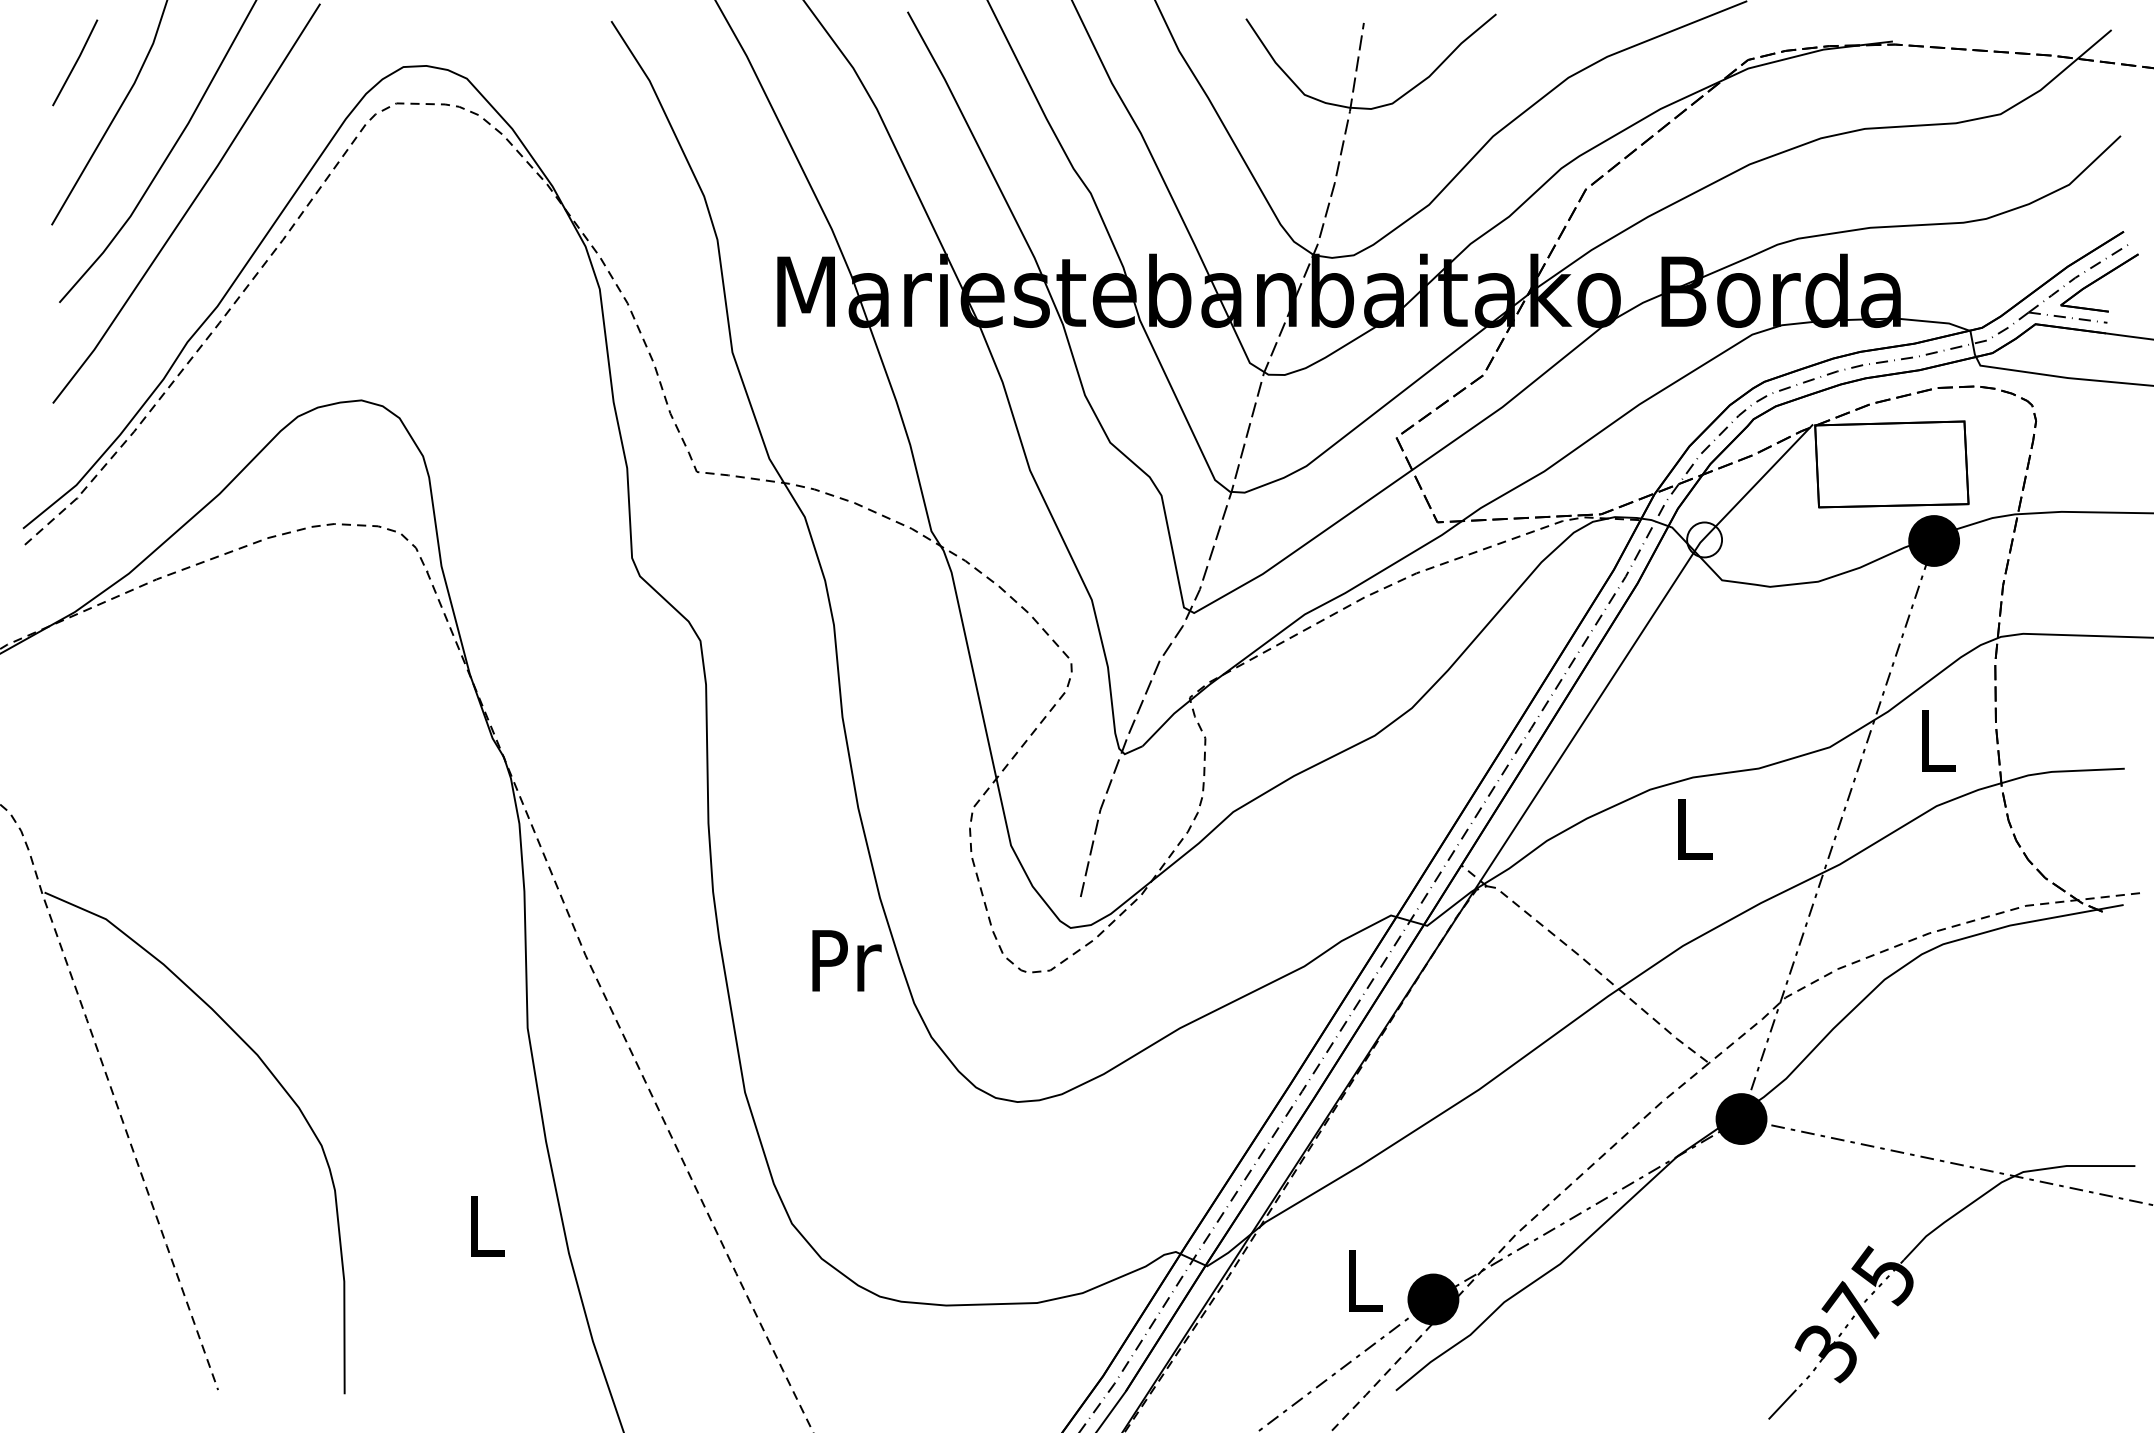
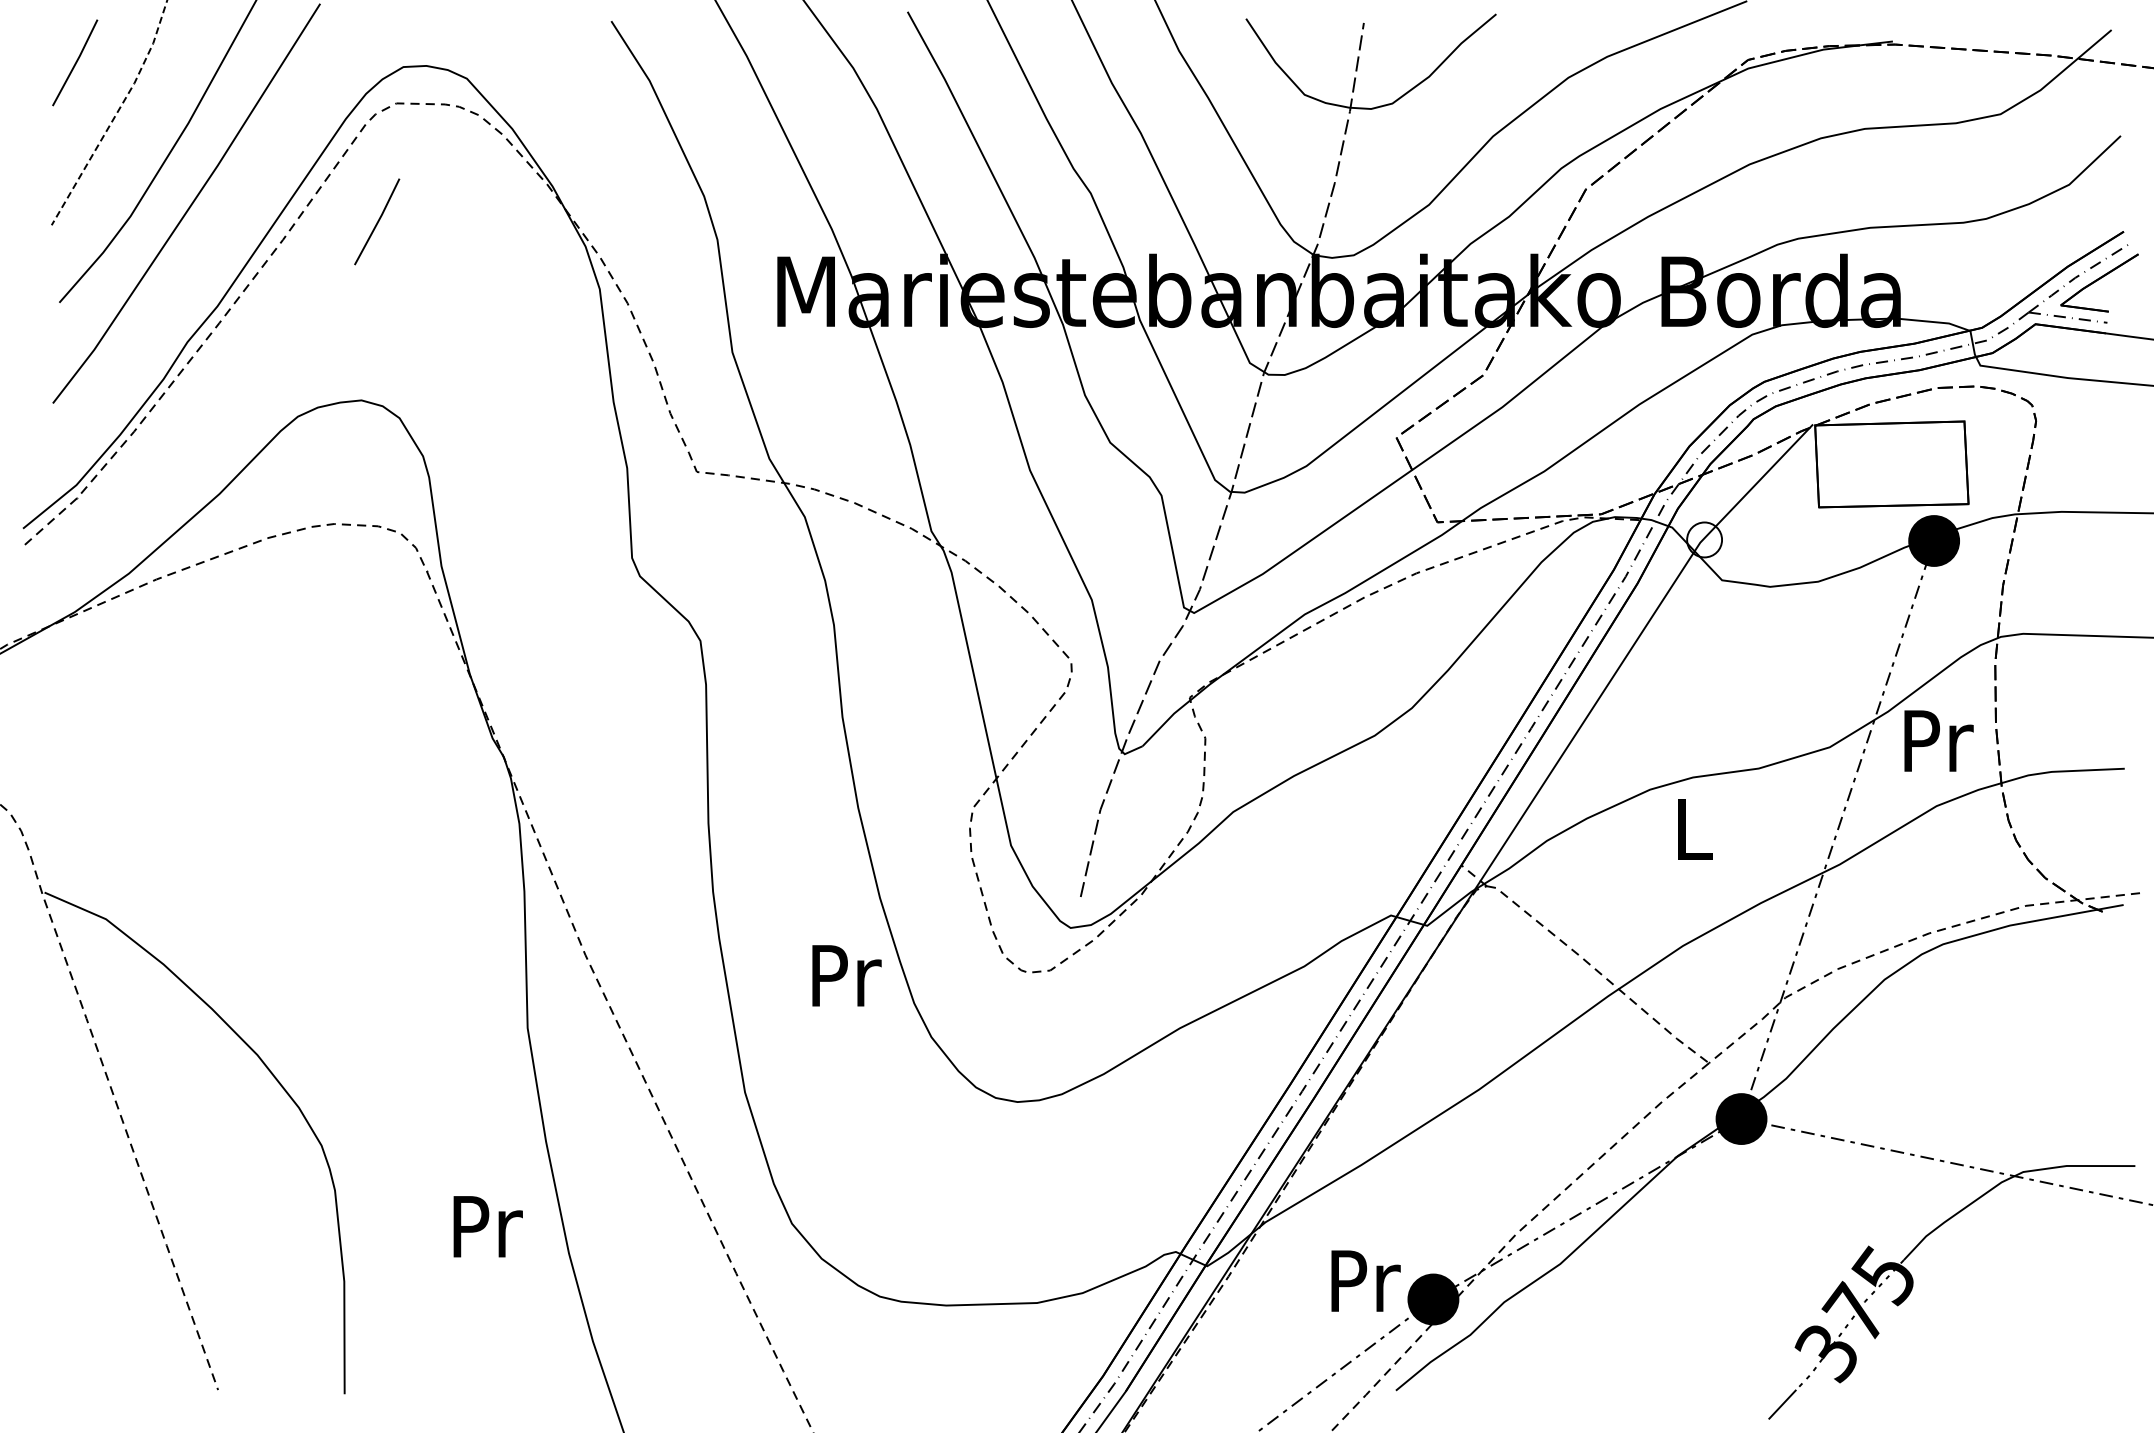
line at (115, 115): solid -> dashed
line at (377, 221): none -> present
text at (1938, 740): L -> Pr
text at (846, 960) position: (846, 960) -> (846, 975)
text at (487, 1226): L -> Pr
text at (1365, 1280): L -> Pr
